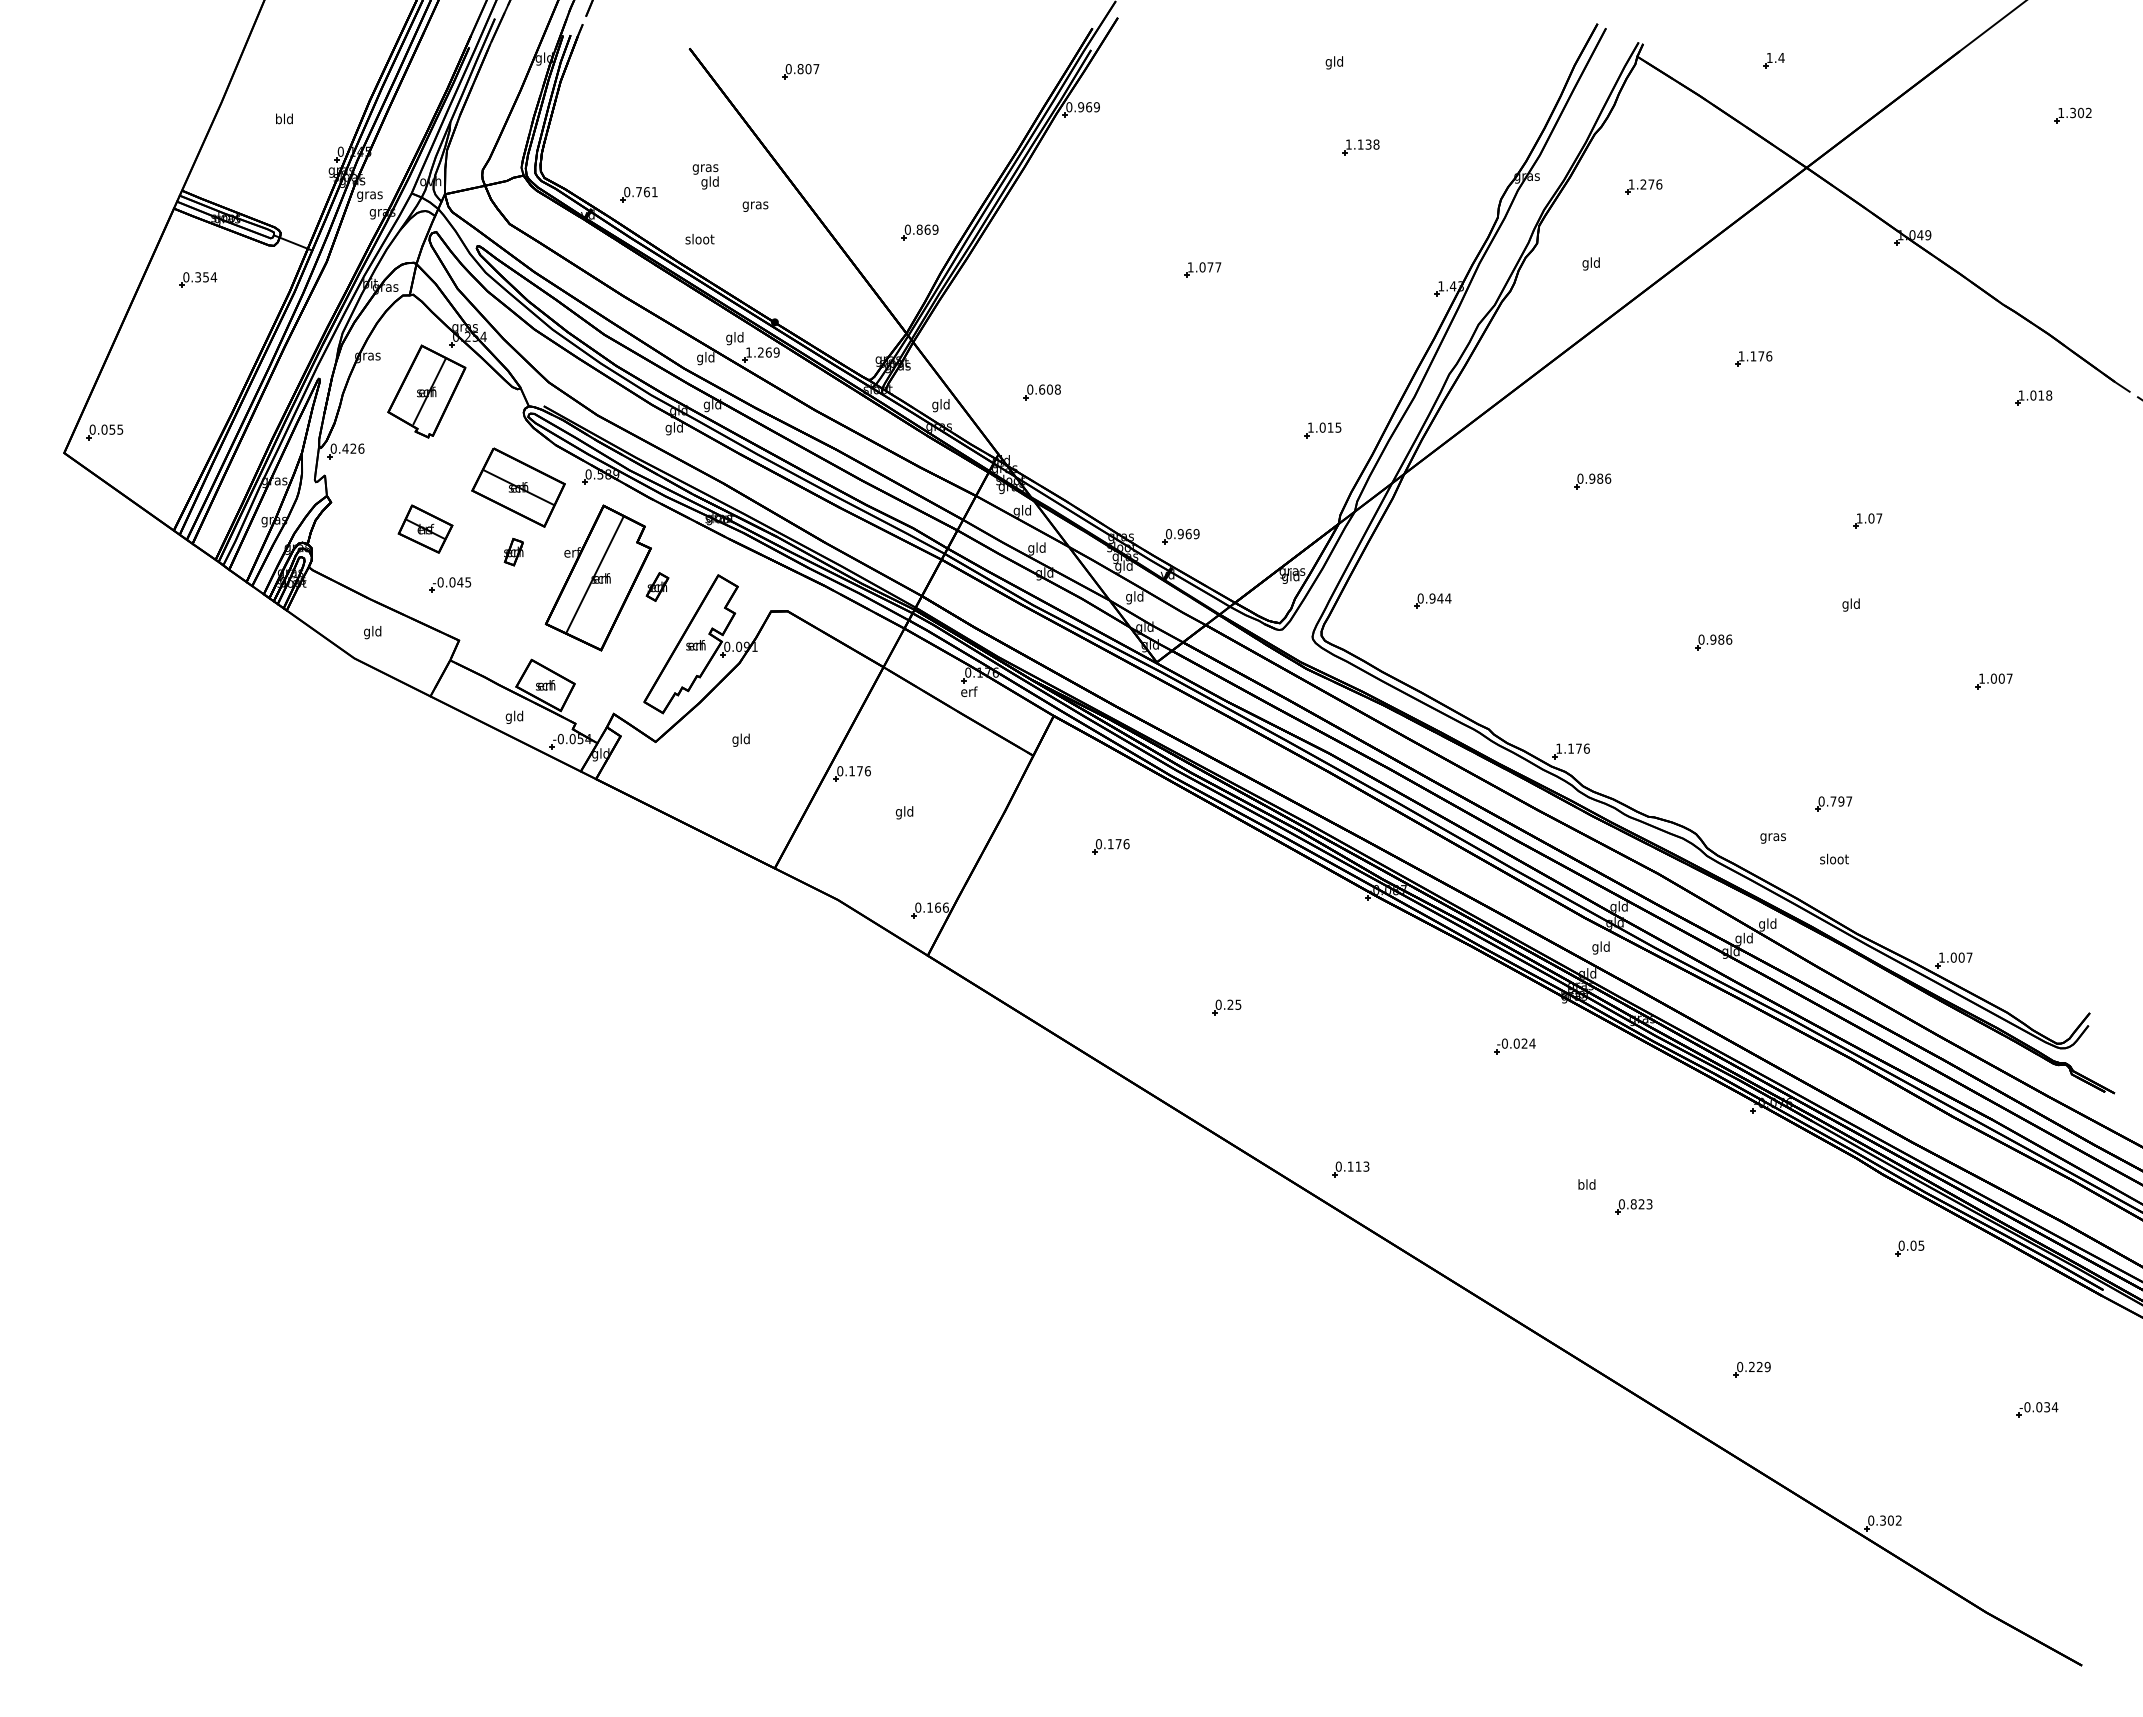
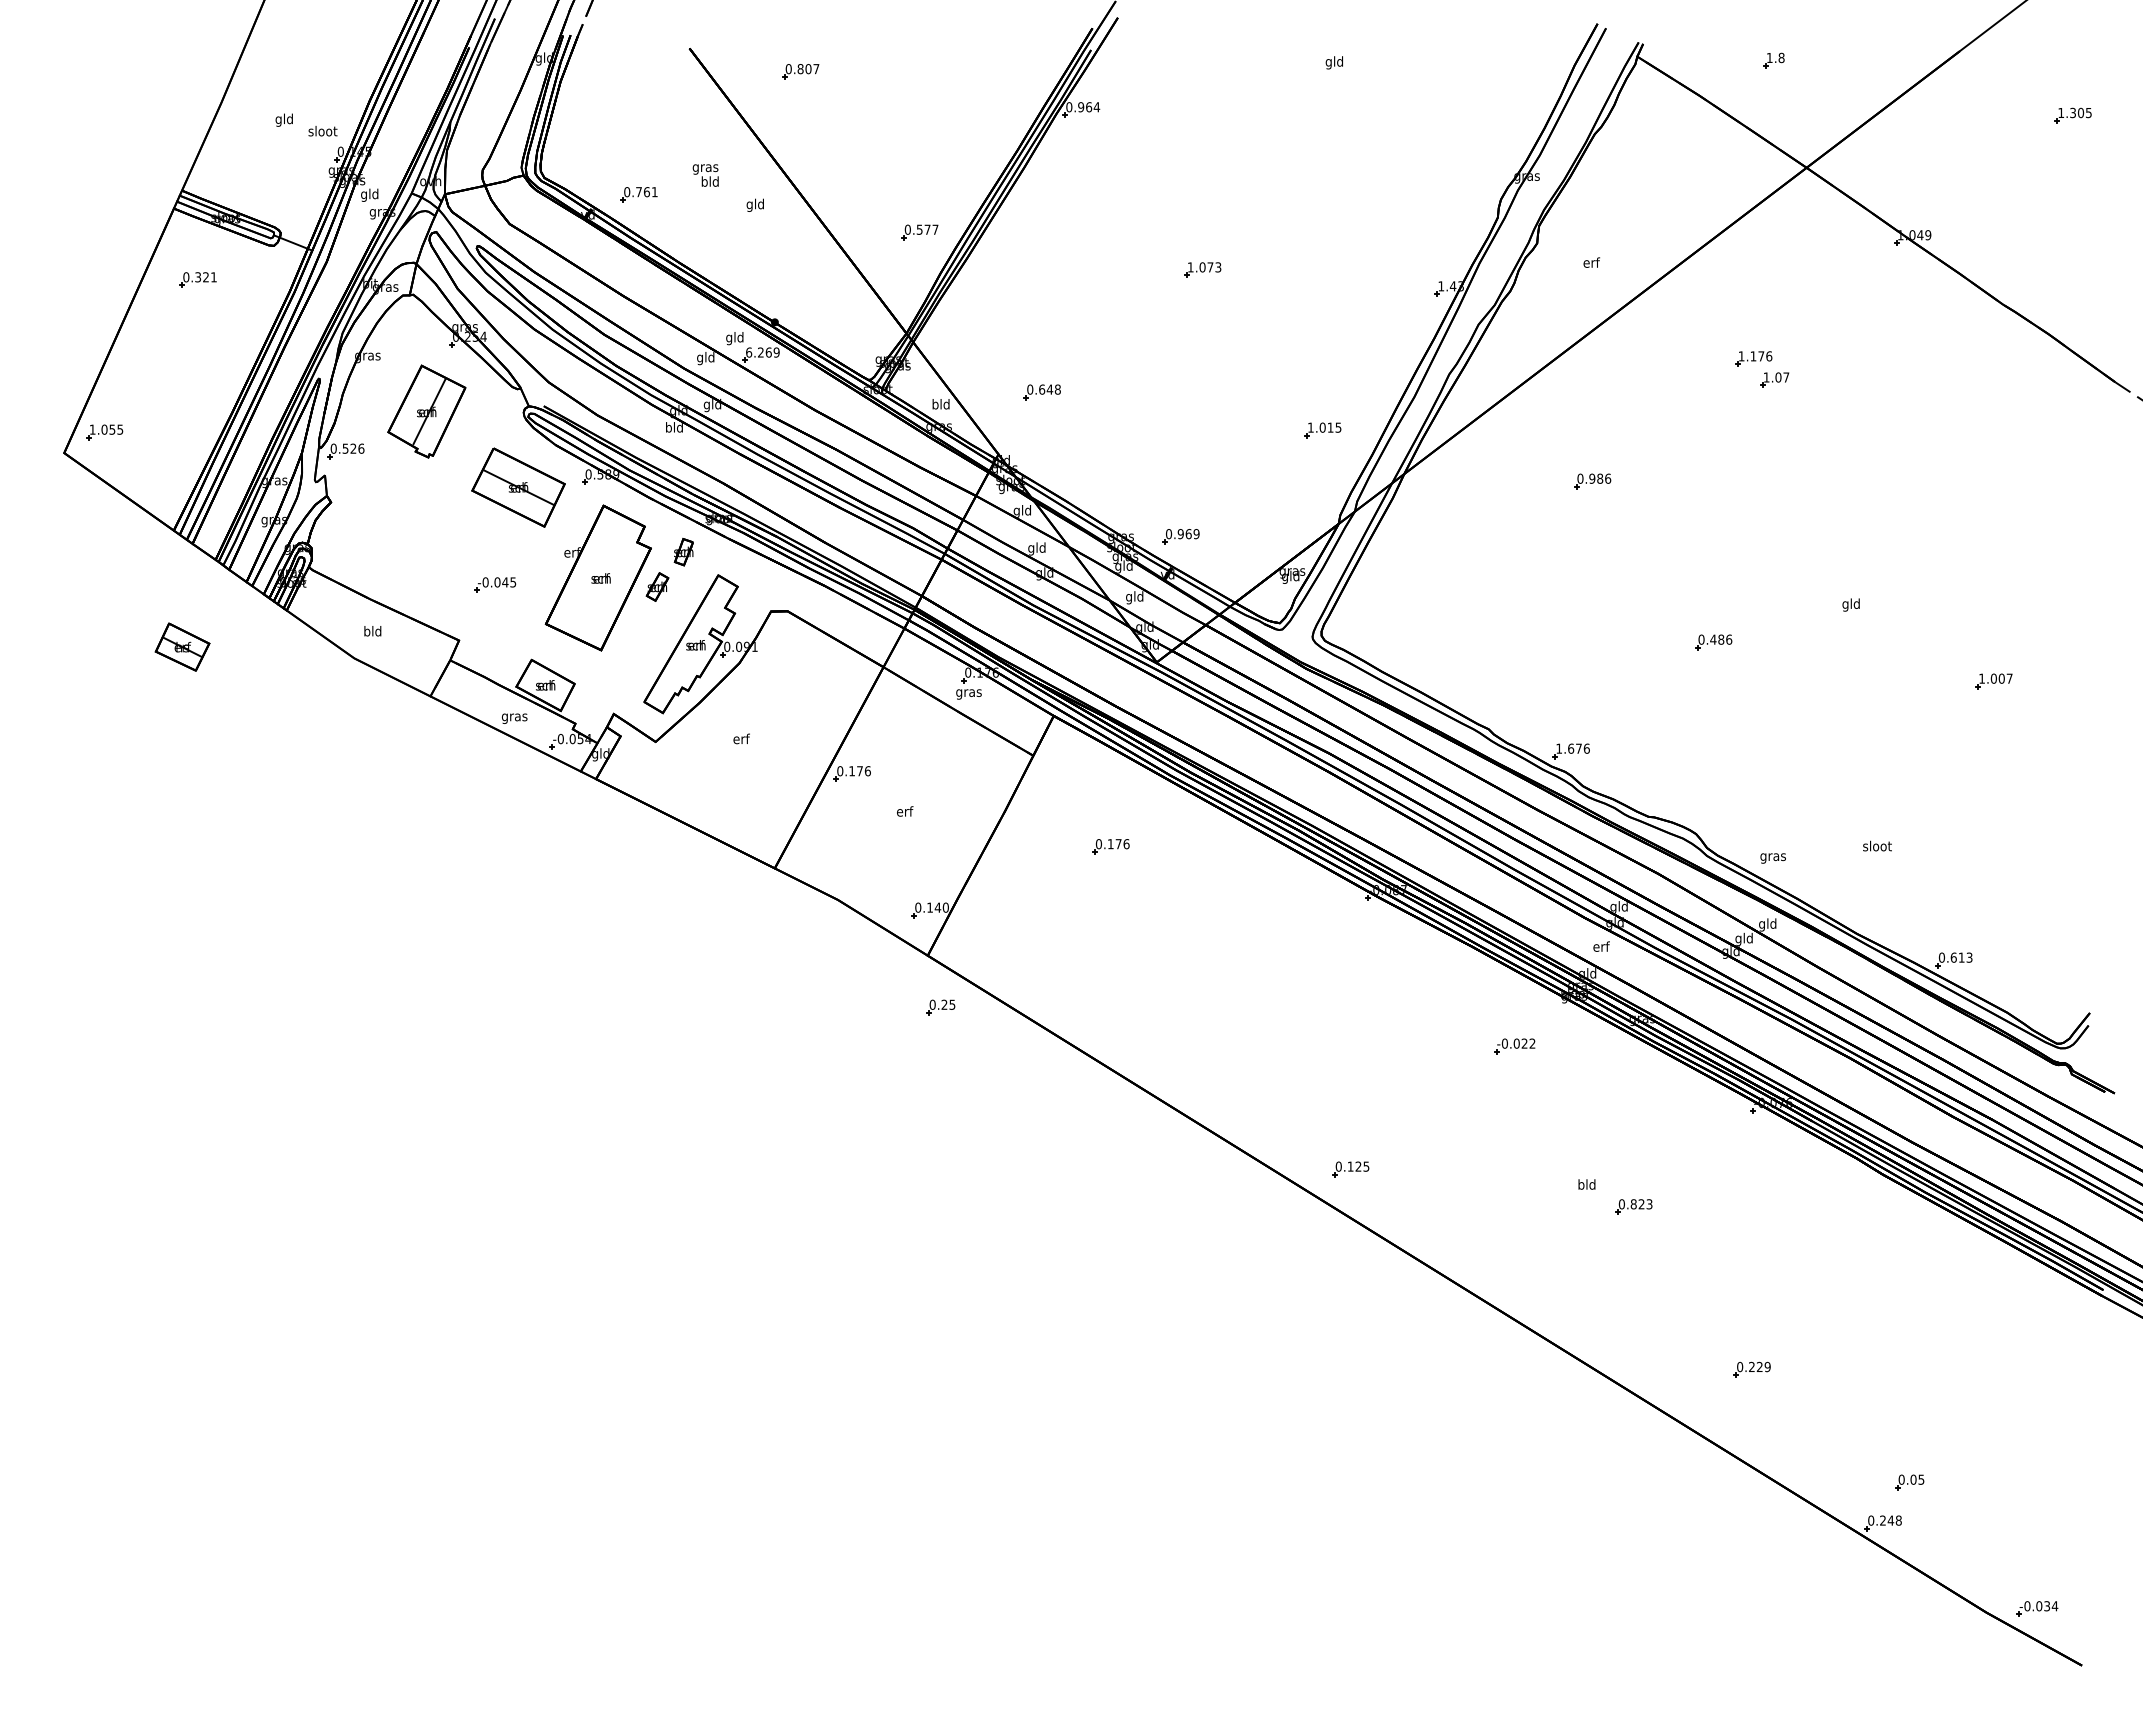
text at (1781, 57): 1.4 -> 1.8
text at (1096, 107): 0.969 -> 0.964
text at (2088, 112): 1.302 -> 1.305
text at (278, 119): bld -> gld
part at (1360, 147): present -> none
text at (704, 182): gld -> bld
part at (1643, 186): present -> none
text at (369, 194): gras -> gld
text at (755, 204): gras -> gld
text at (927, 229): 0.869 -> 0.577
text at (699, 239) position: (699, 239) -> (322, 131)
text at (1591, 263): gld -> erf
text at (1218, 267): 1.077 -> 1.073
text at (210, 277): 0.354 -> 0.321
text at (749, 352): 1.269 -> 6.269
text at (1049, 389): 0.608 -> 0.648
part at (426, 391) position: (426, 391) -> (426, 411)
part at (2033, 397): present -> none
text at (935, 405): gld -> bld
text at (668, 428): gld -> bld
text at (92, 429): 0.055 -> 1.055
text at (345, 448): 0.426 -> 0.526
part at (1867, 520) position: (1867, 520) -> (1774, 379)
part at (425, 528) position: (425, 528) -> (182, 646)
part at (513, 552) position: (513, 552) -> (683, 552)
line at (594, 574): present -> none
part at (450, 584) position: (450, 584) -> (495, 584)
part at (1432, 600): present -> none
text at (367, 632): gld -> bld
text at (1713, 639): 0.986 -> 0.486
text at (968, 692): erf -> gras
text at (514, 716): gld -> gras
text at (740, 739): gld -> erf
text at (1571, 748): 1.176 -> 1.676
part at (1833, 803): present -> none
text at (904, 812): gld -> erf
text at (1772, 838) position: (1772, 838) -> (1772, 858)
text at (1834, 858) position: (1834, 858) -> (1877, 845)
text at (941, 907): 0.166 -> 0.140
text at (1600, 947): gld -> erf
text at (1955, 957): 1.007 -> 0.613
part at (1226, 1007) position: (1226, 1007) -> (940, 1007)
text at (1532, 1043): -0.024 -> -0.022
text at (1362, 1166): 0.113 -> 0.125
part at (1909, 1248) position: (1909, 1248) -> (1909, 1482)
part at (2037, 1409) position: (2037, 1409) -> (2037, 1608)
text at (1890, 1520): 0.302 -> 0.248
